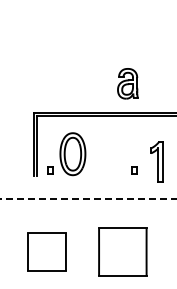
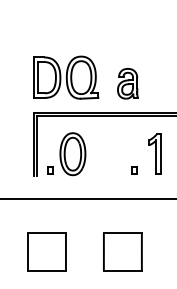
part at (66, 77): none -> present
part at (156, 161) position: (156, 161) -> (154, 153)
line at (88, 199): dashed -> solid
part at (122, 251) size: 50x50 px -> 40x40 px
